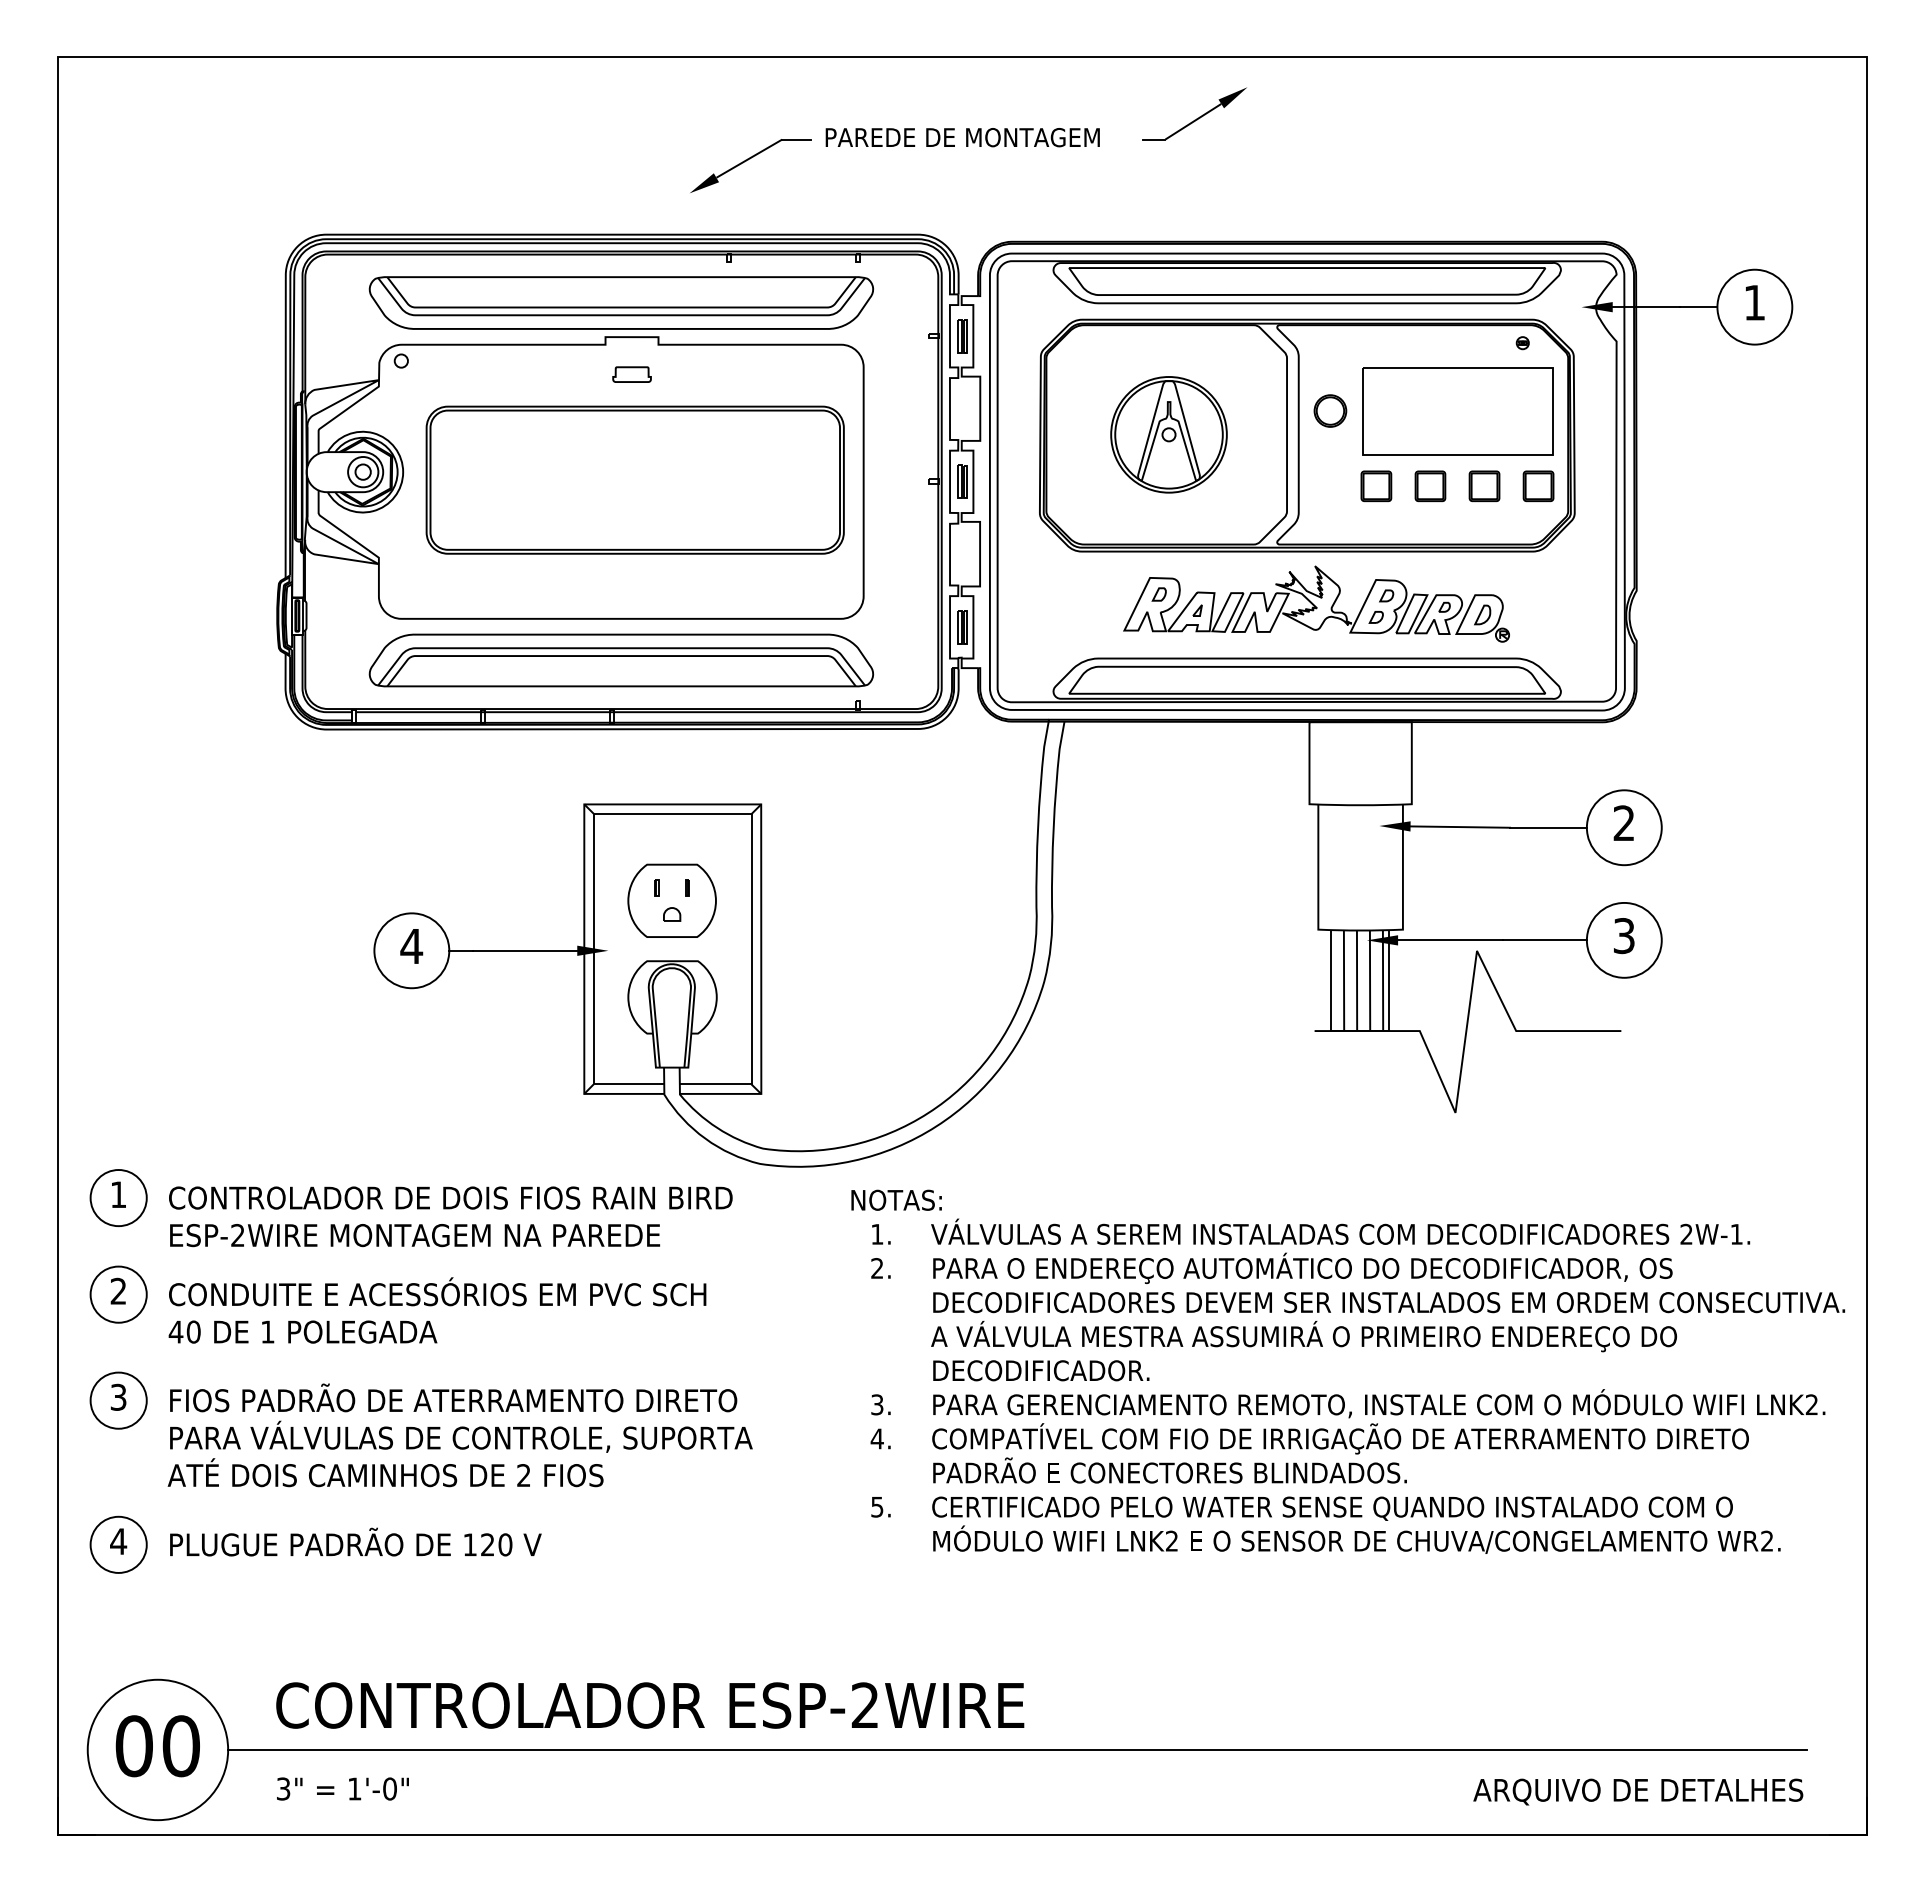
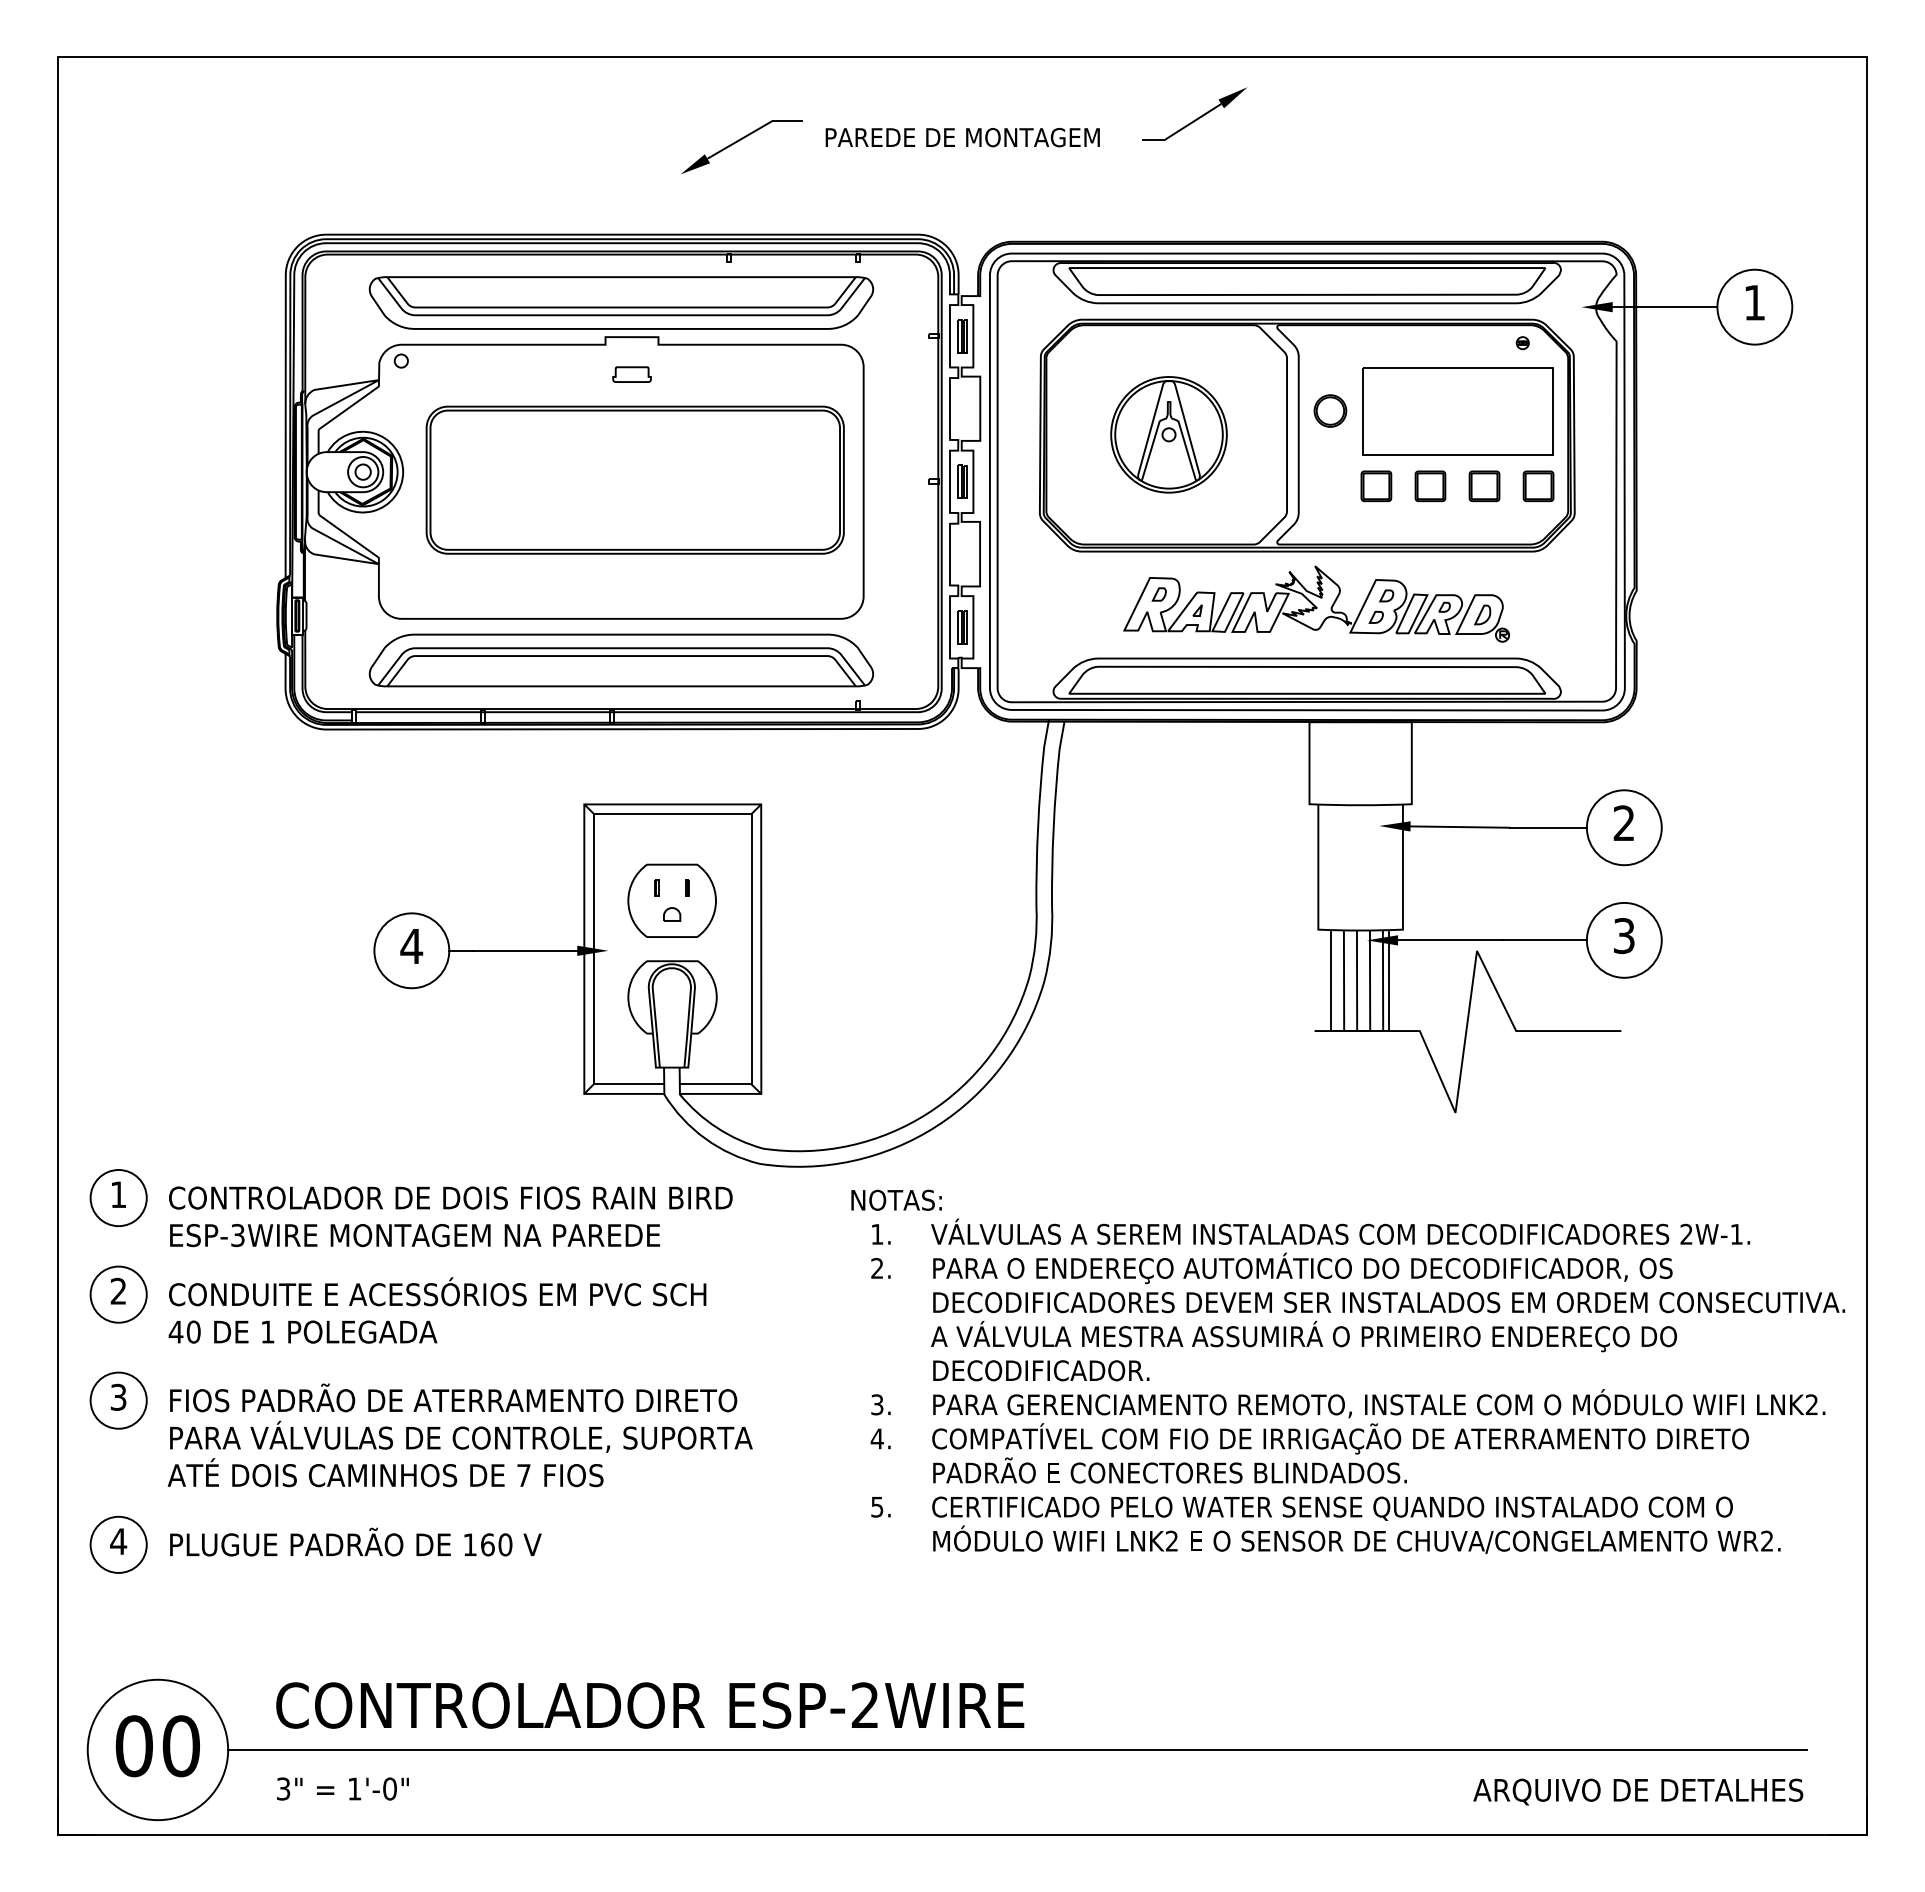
part at (750, 165) position: (750, 165) -> (741, 146)
text at (237, 1235): ESP-2WIRE -> ESP-3WIRE
text at (523, 1475): 2 -> 7
text at (487, 1544): 120 -> 160
